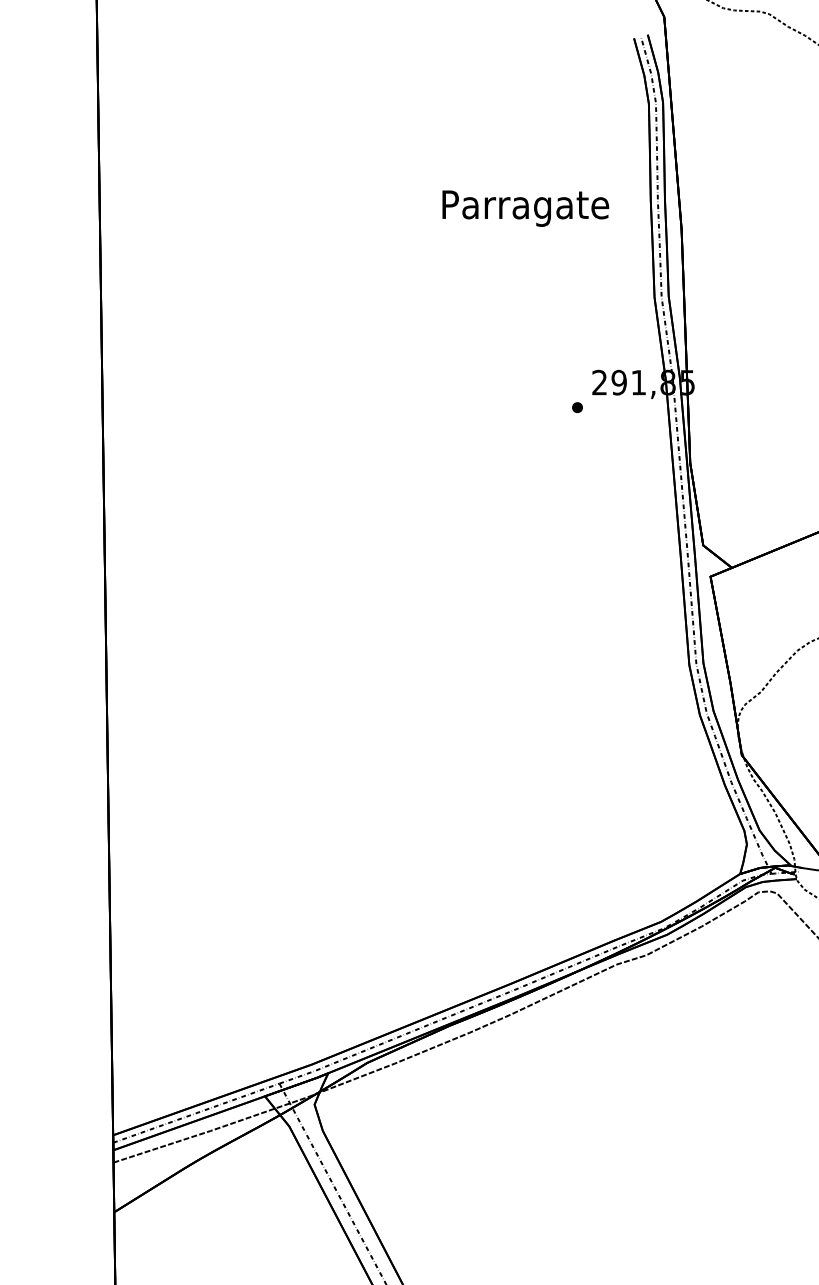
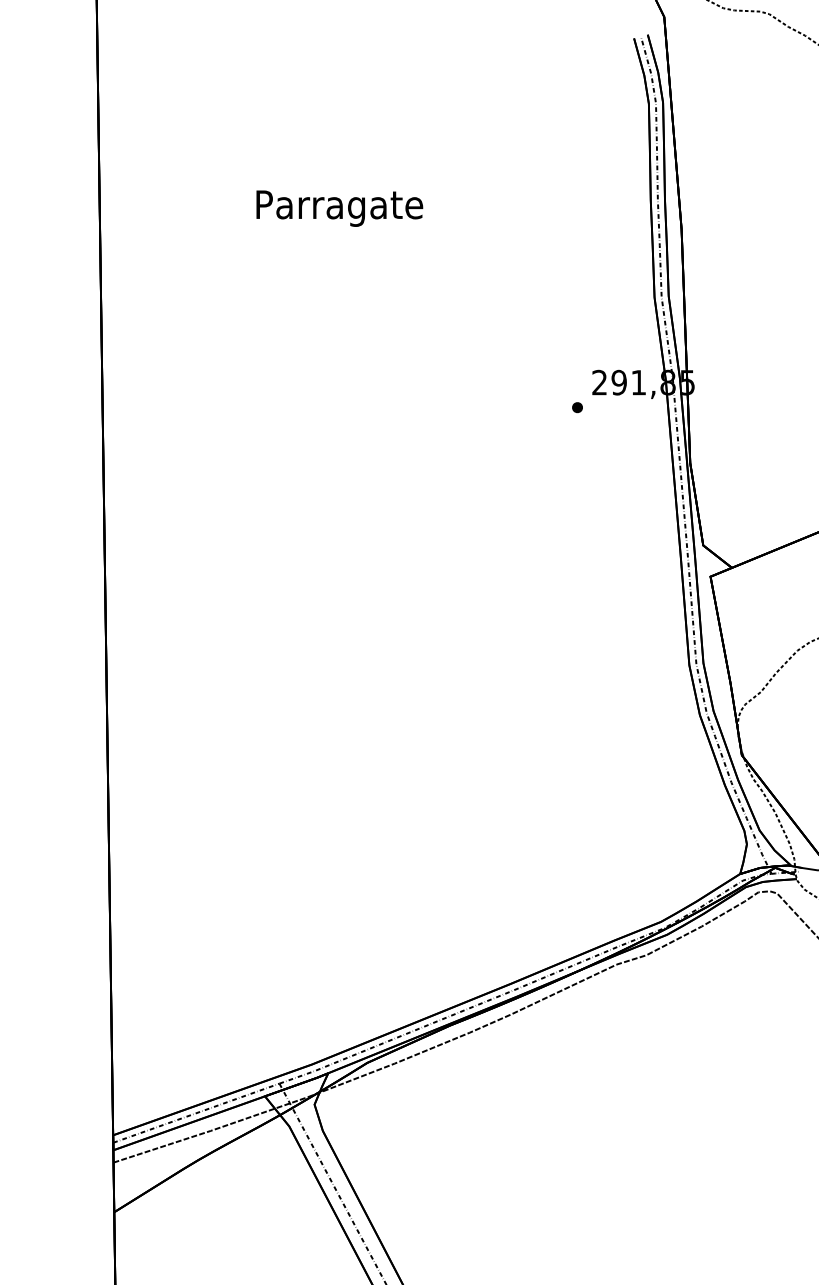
text at (525, 208) position: (525, 208) -> (339, 208)
